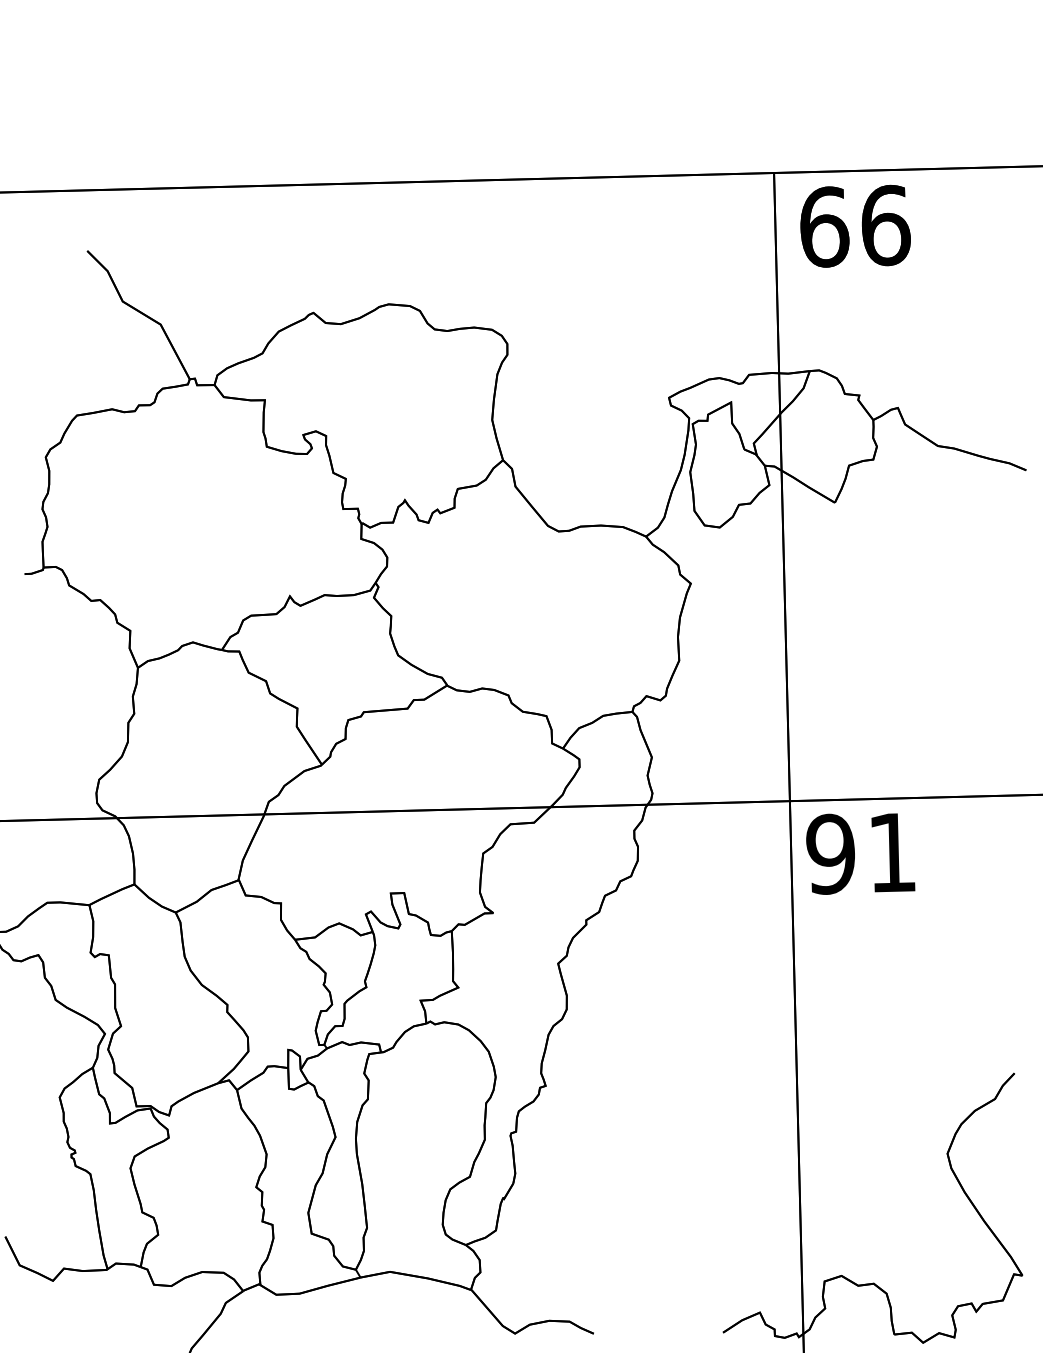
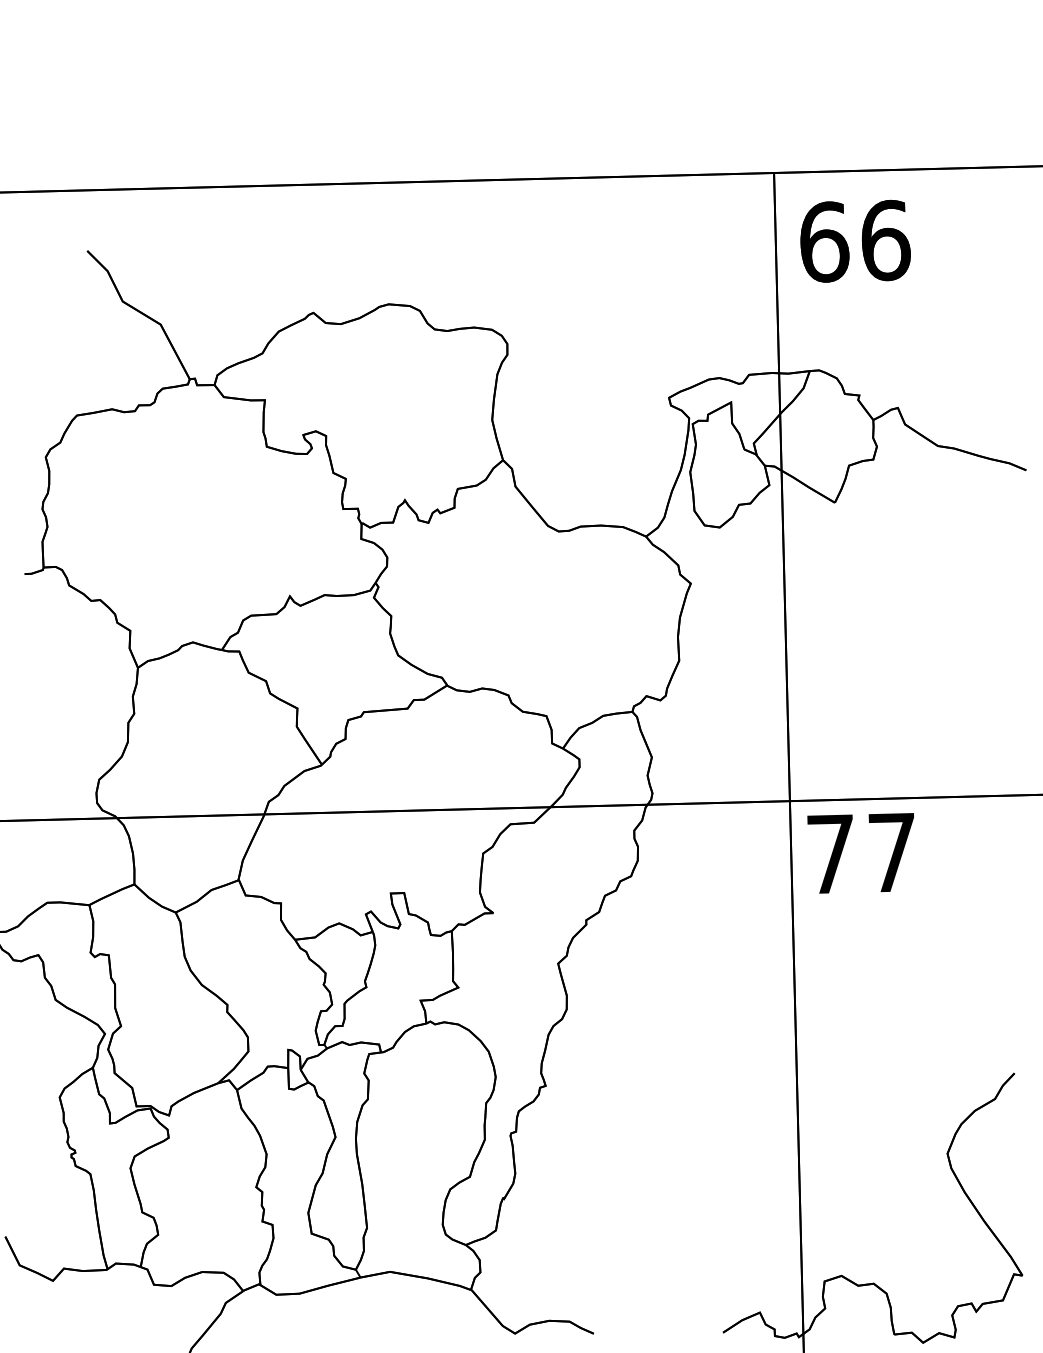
text at (855, 225) position: (855, 225) -> (855, 240)
text at (860, 853): 91 -> 77
